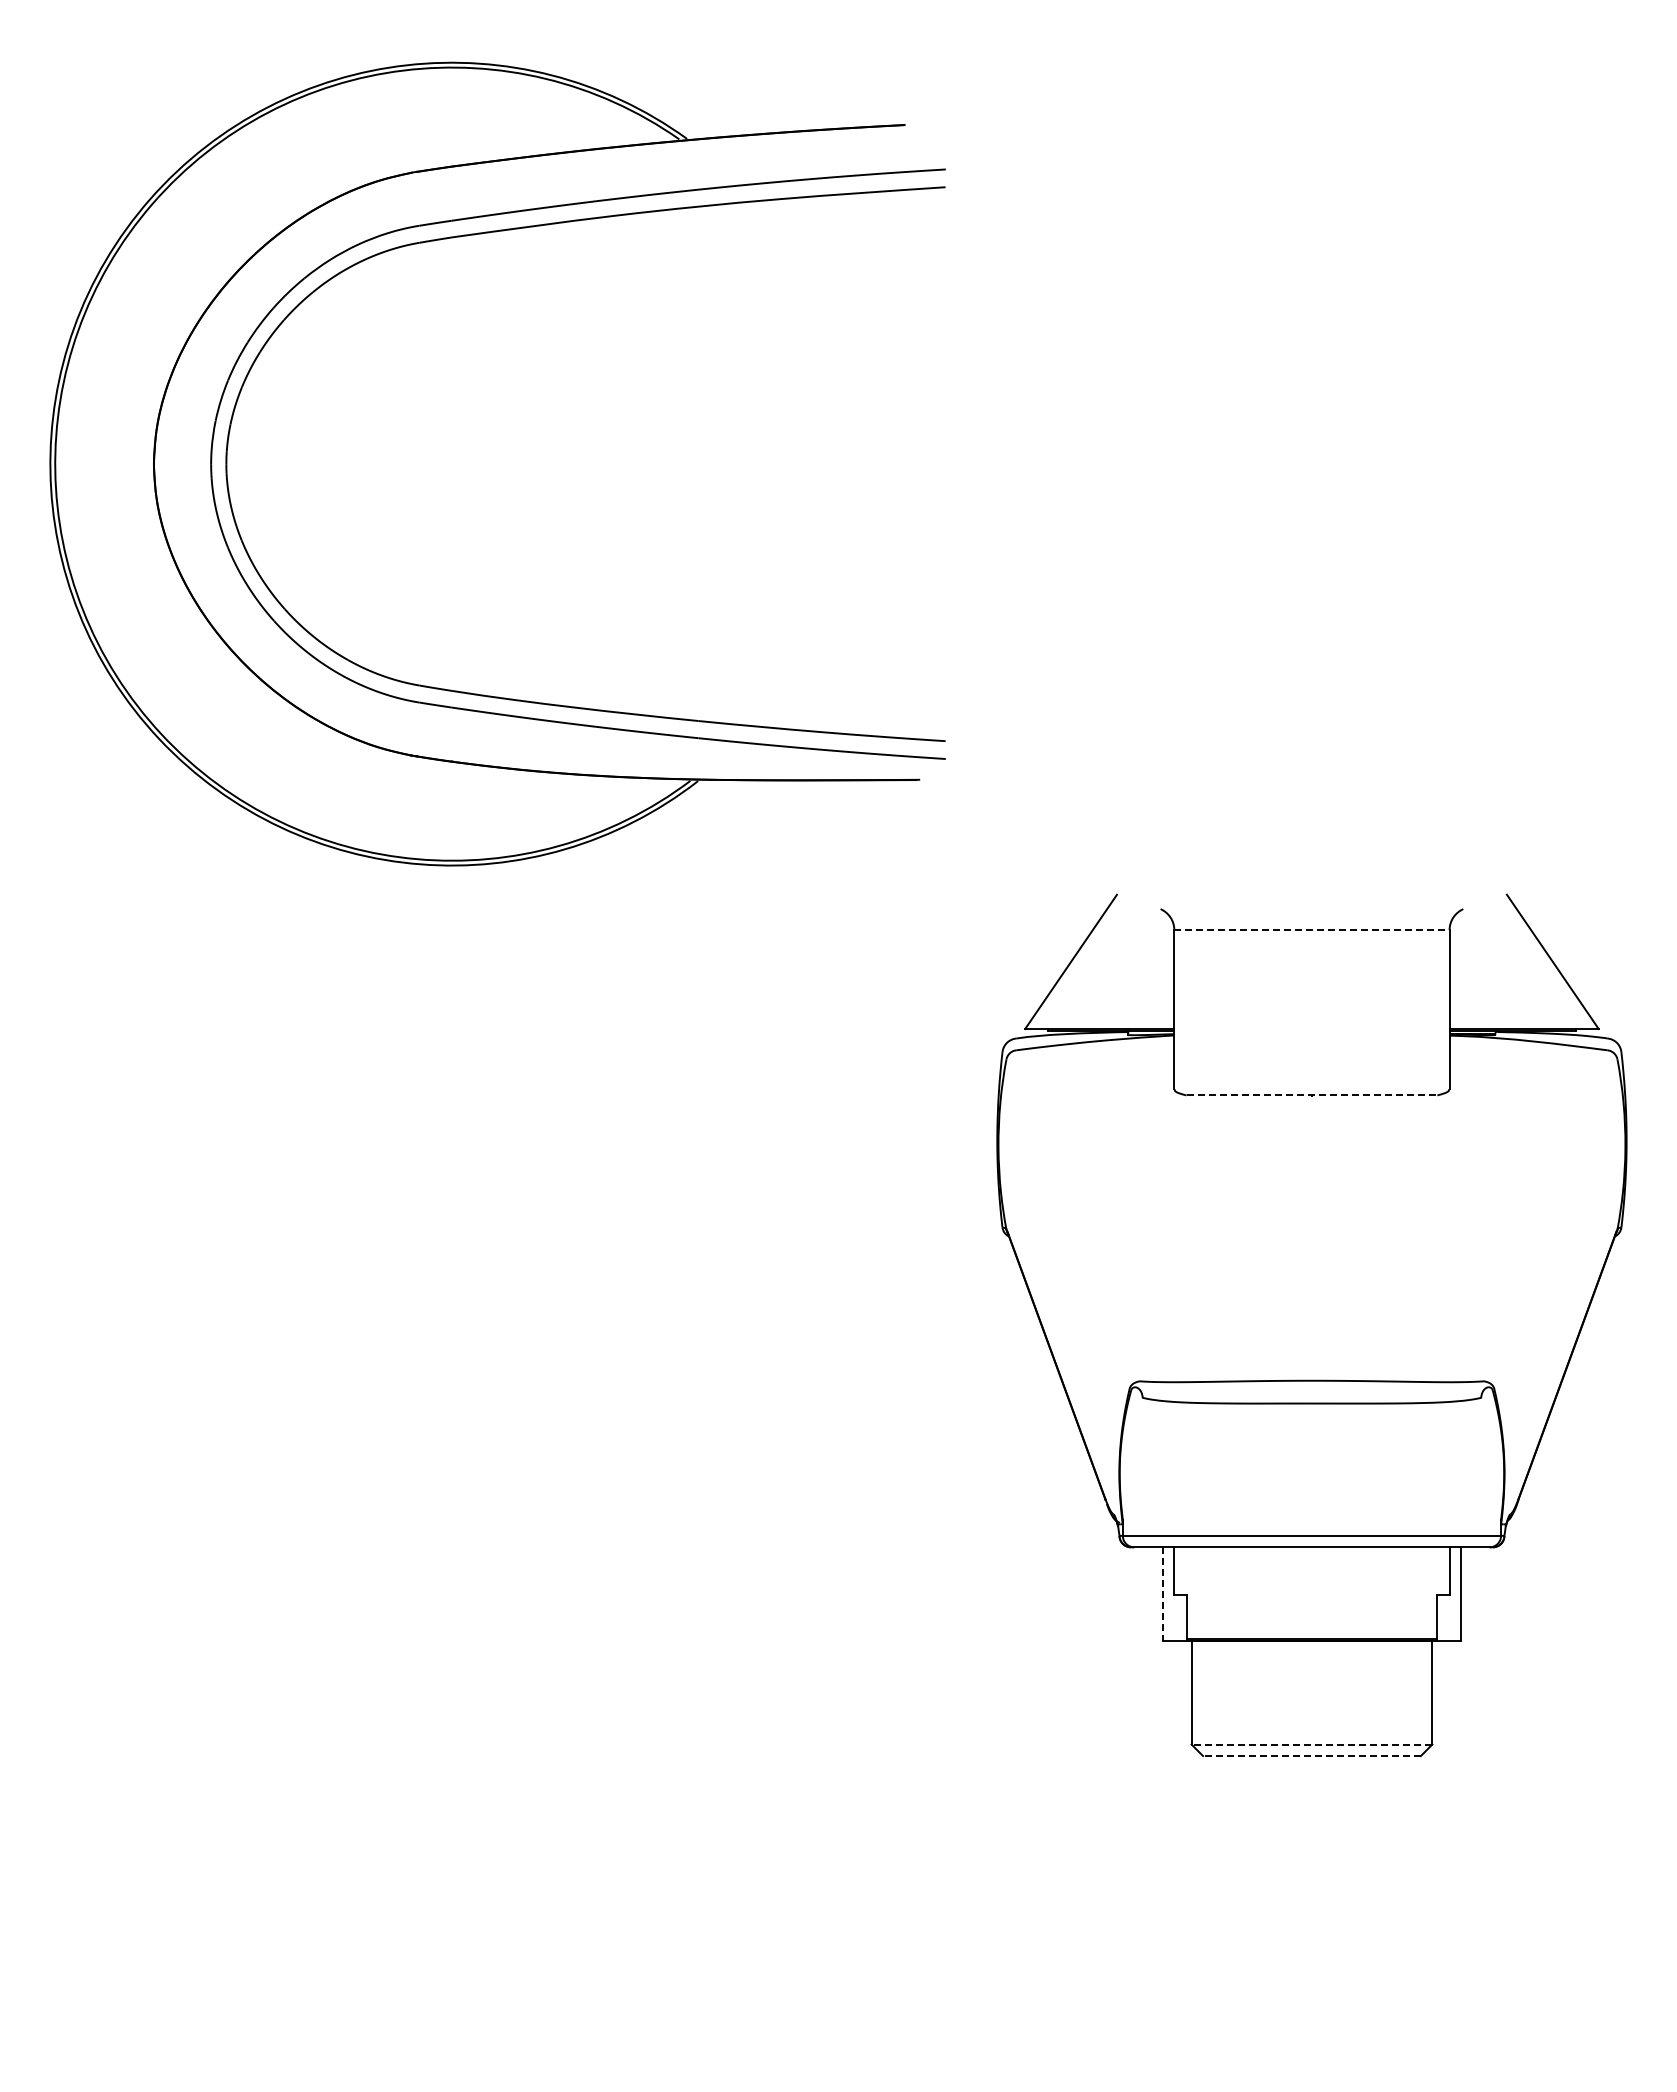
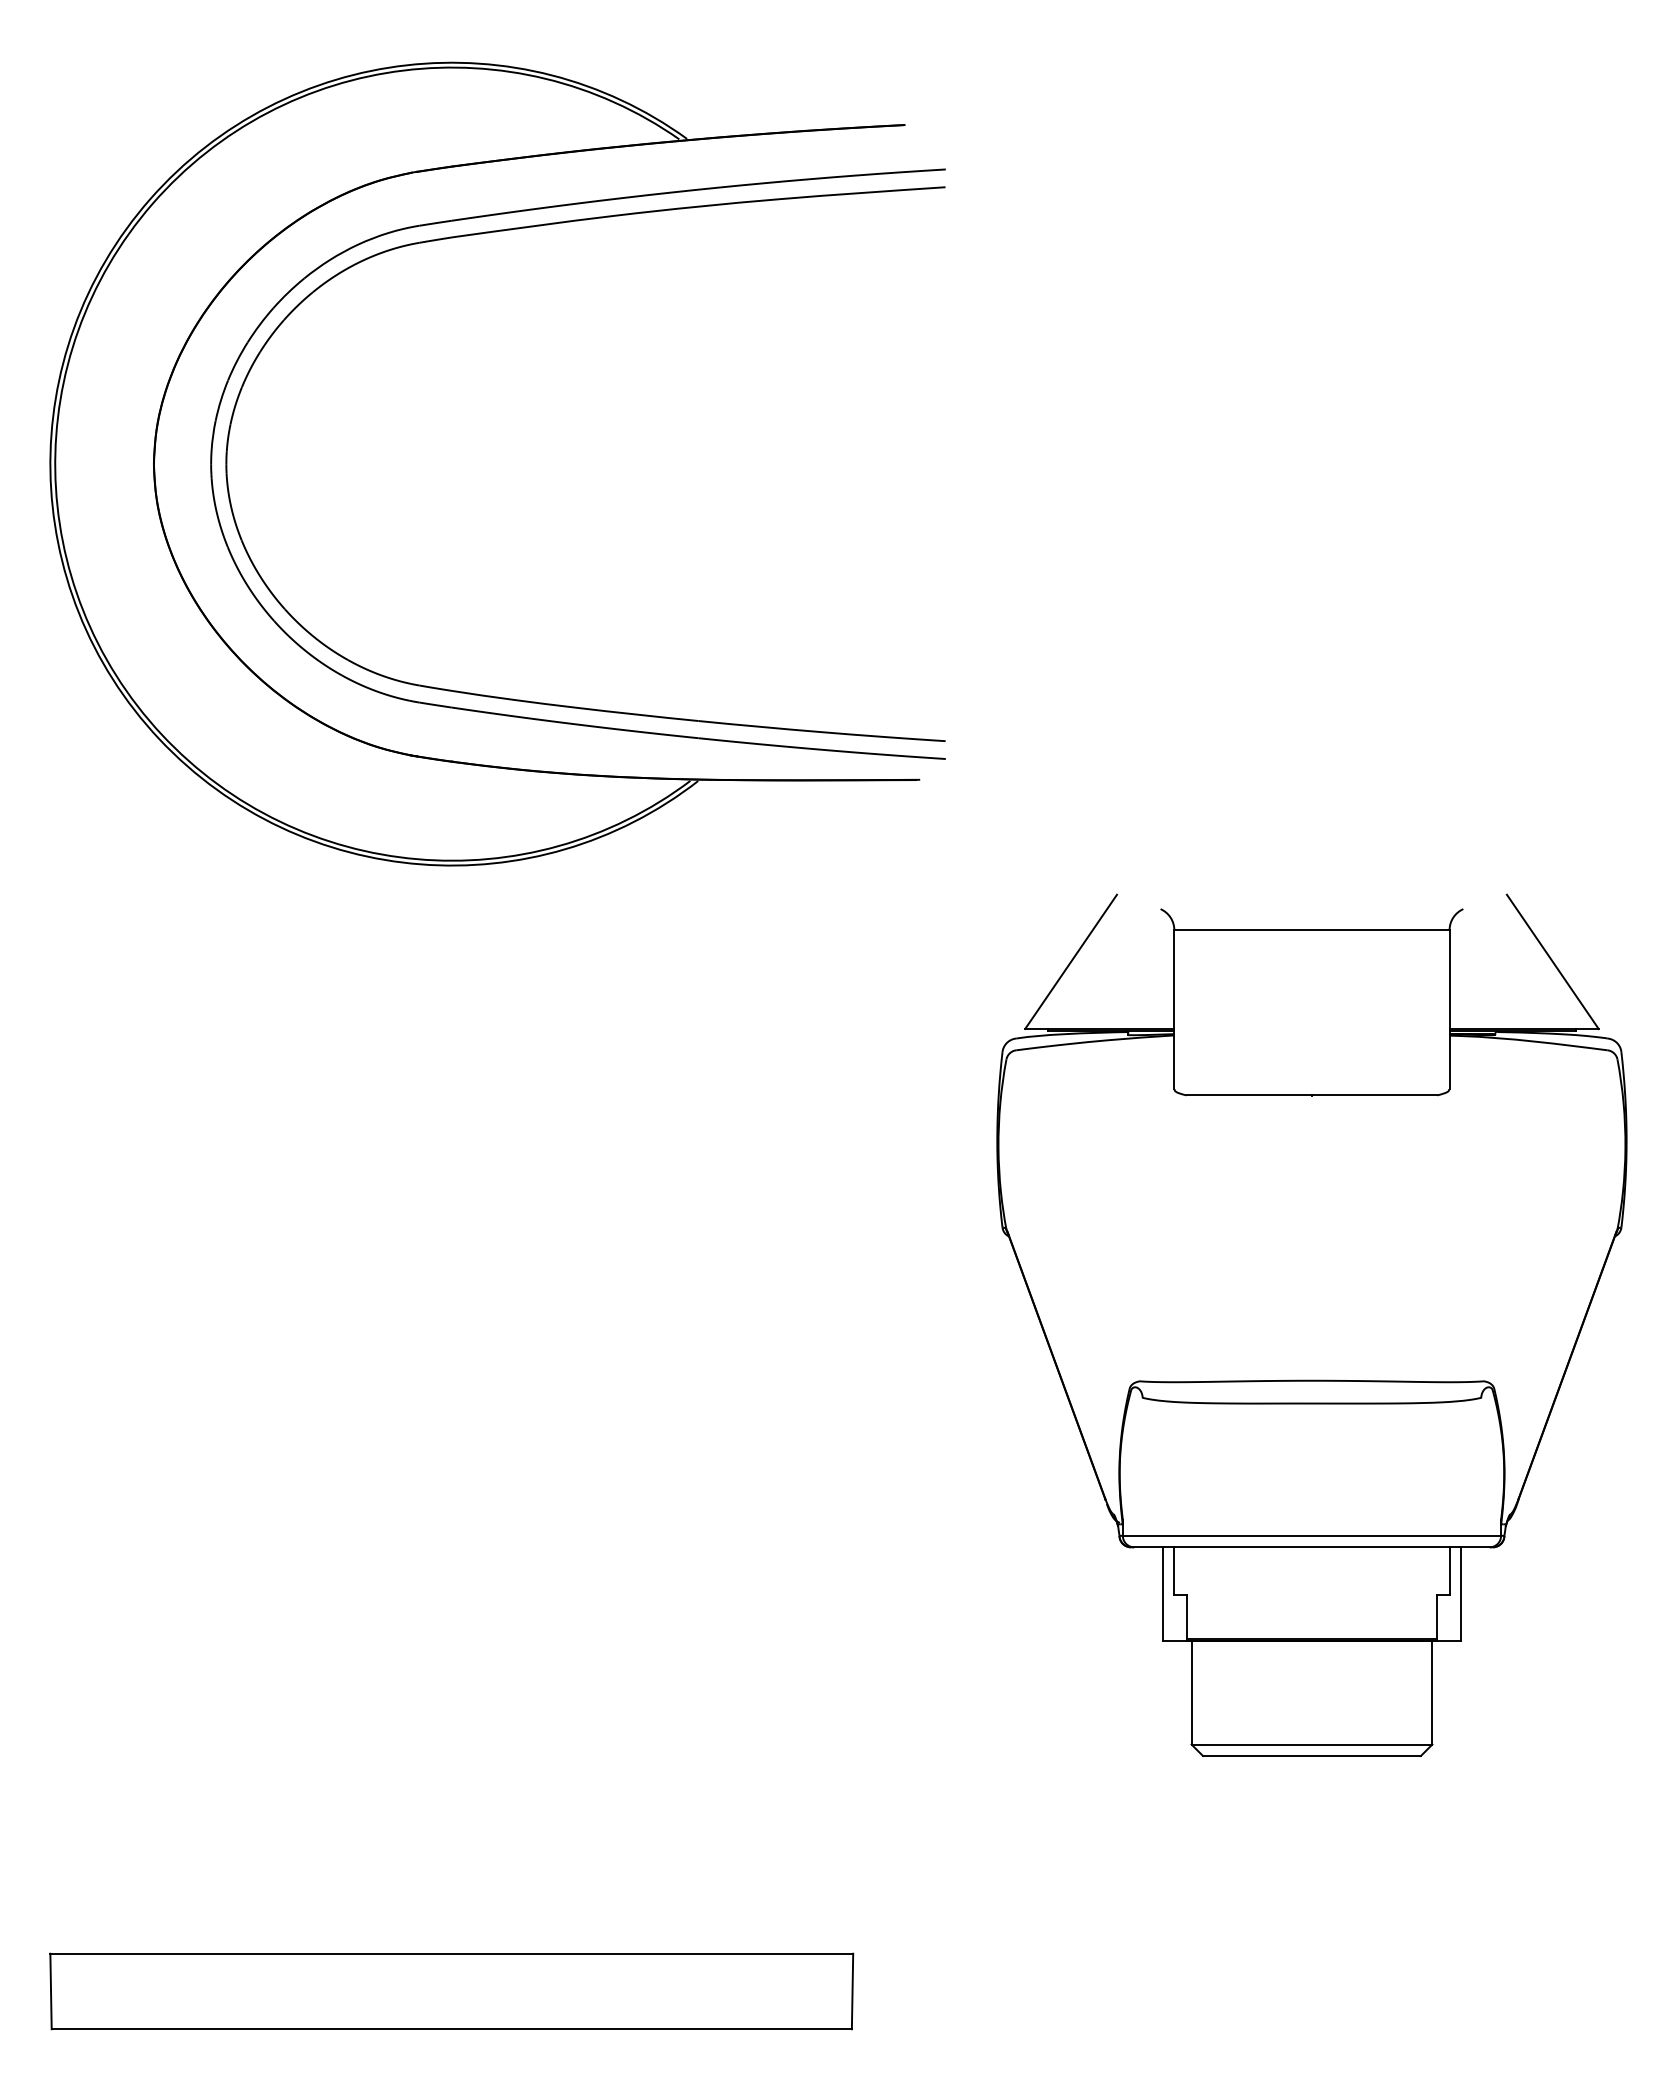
line at (1311, 930): dashed -> solid
line at (1312, 1095): dashed -> solid
line at (1162, 1594): dashed -> solid
line at (1311, 1744): dashed -> solid
line at (1311, 1756): dashed -> solid
part at (451, 1991): none -> present
